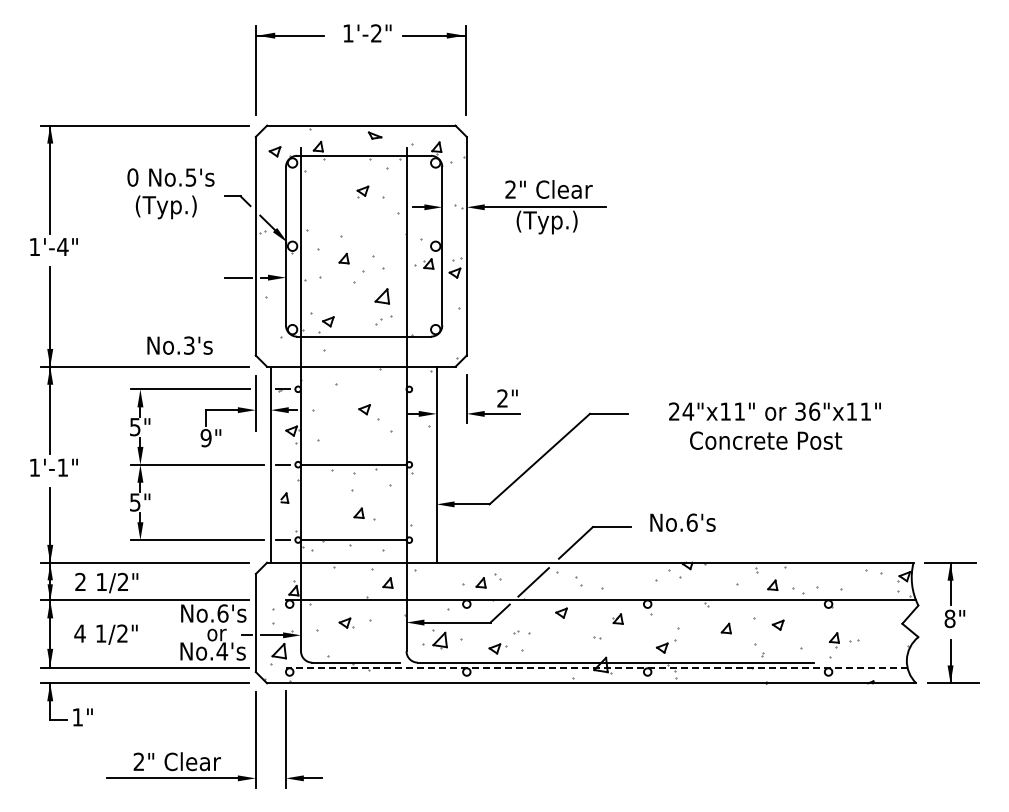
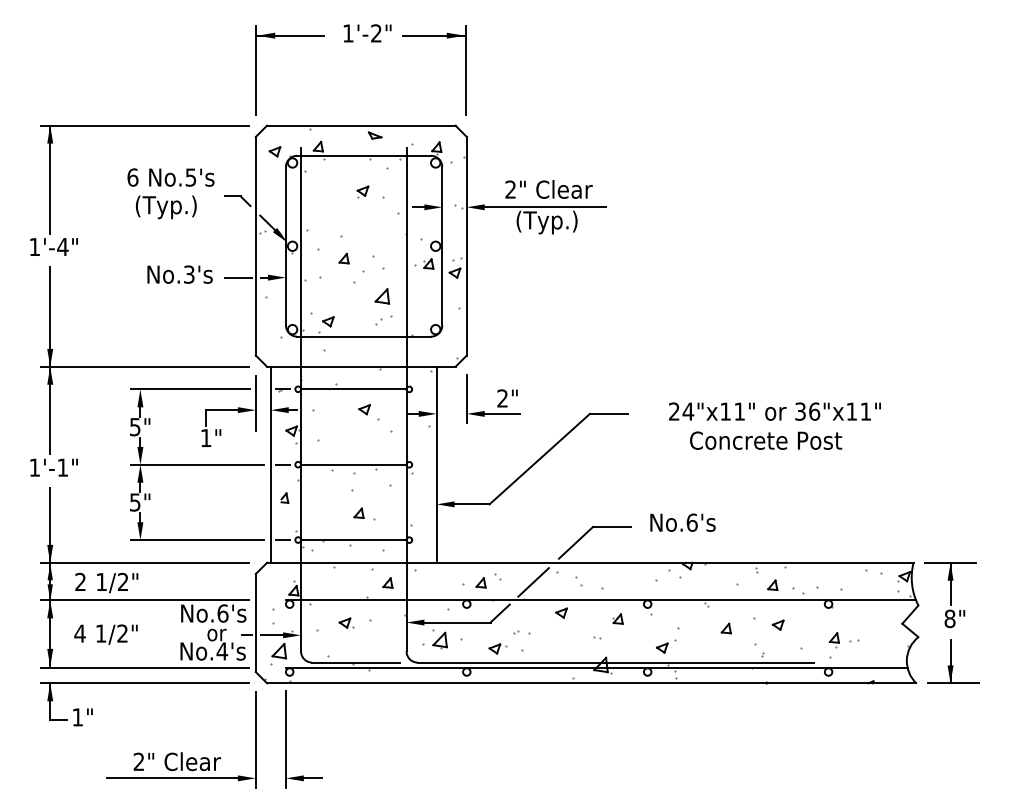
text at (132, 177): 0 -> 6
text at (179, 345) position: (179, 345) -> (179, 274)
line at (353, 389): none -> present
text at (205, 438): 9" -> 1"
line at (596, 668): dashed -> solid
